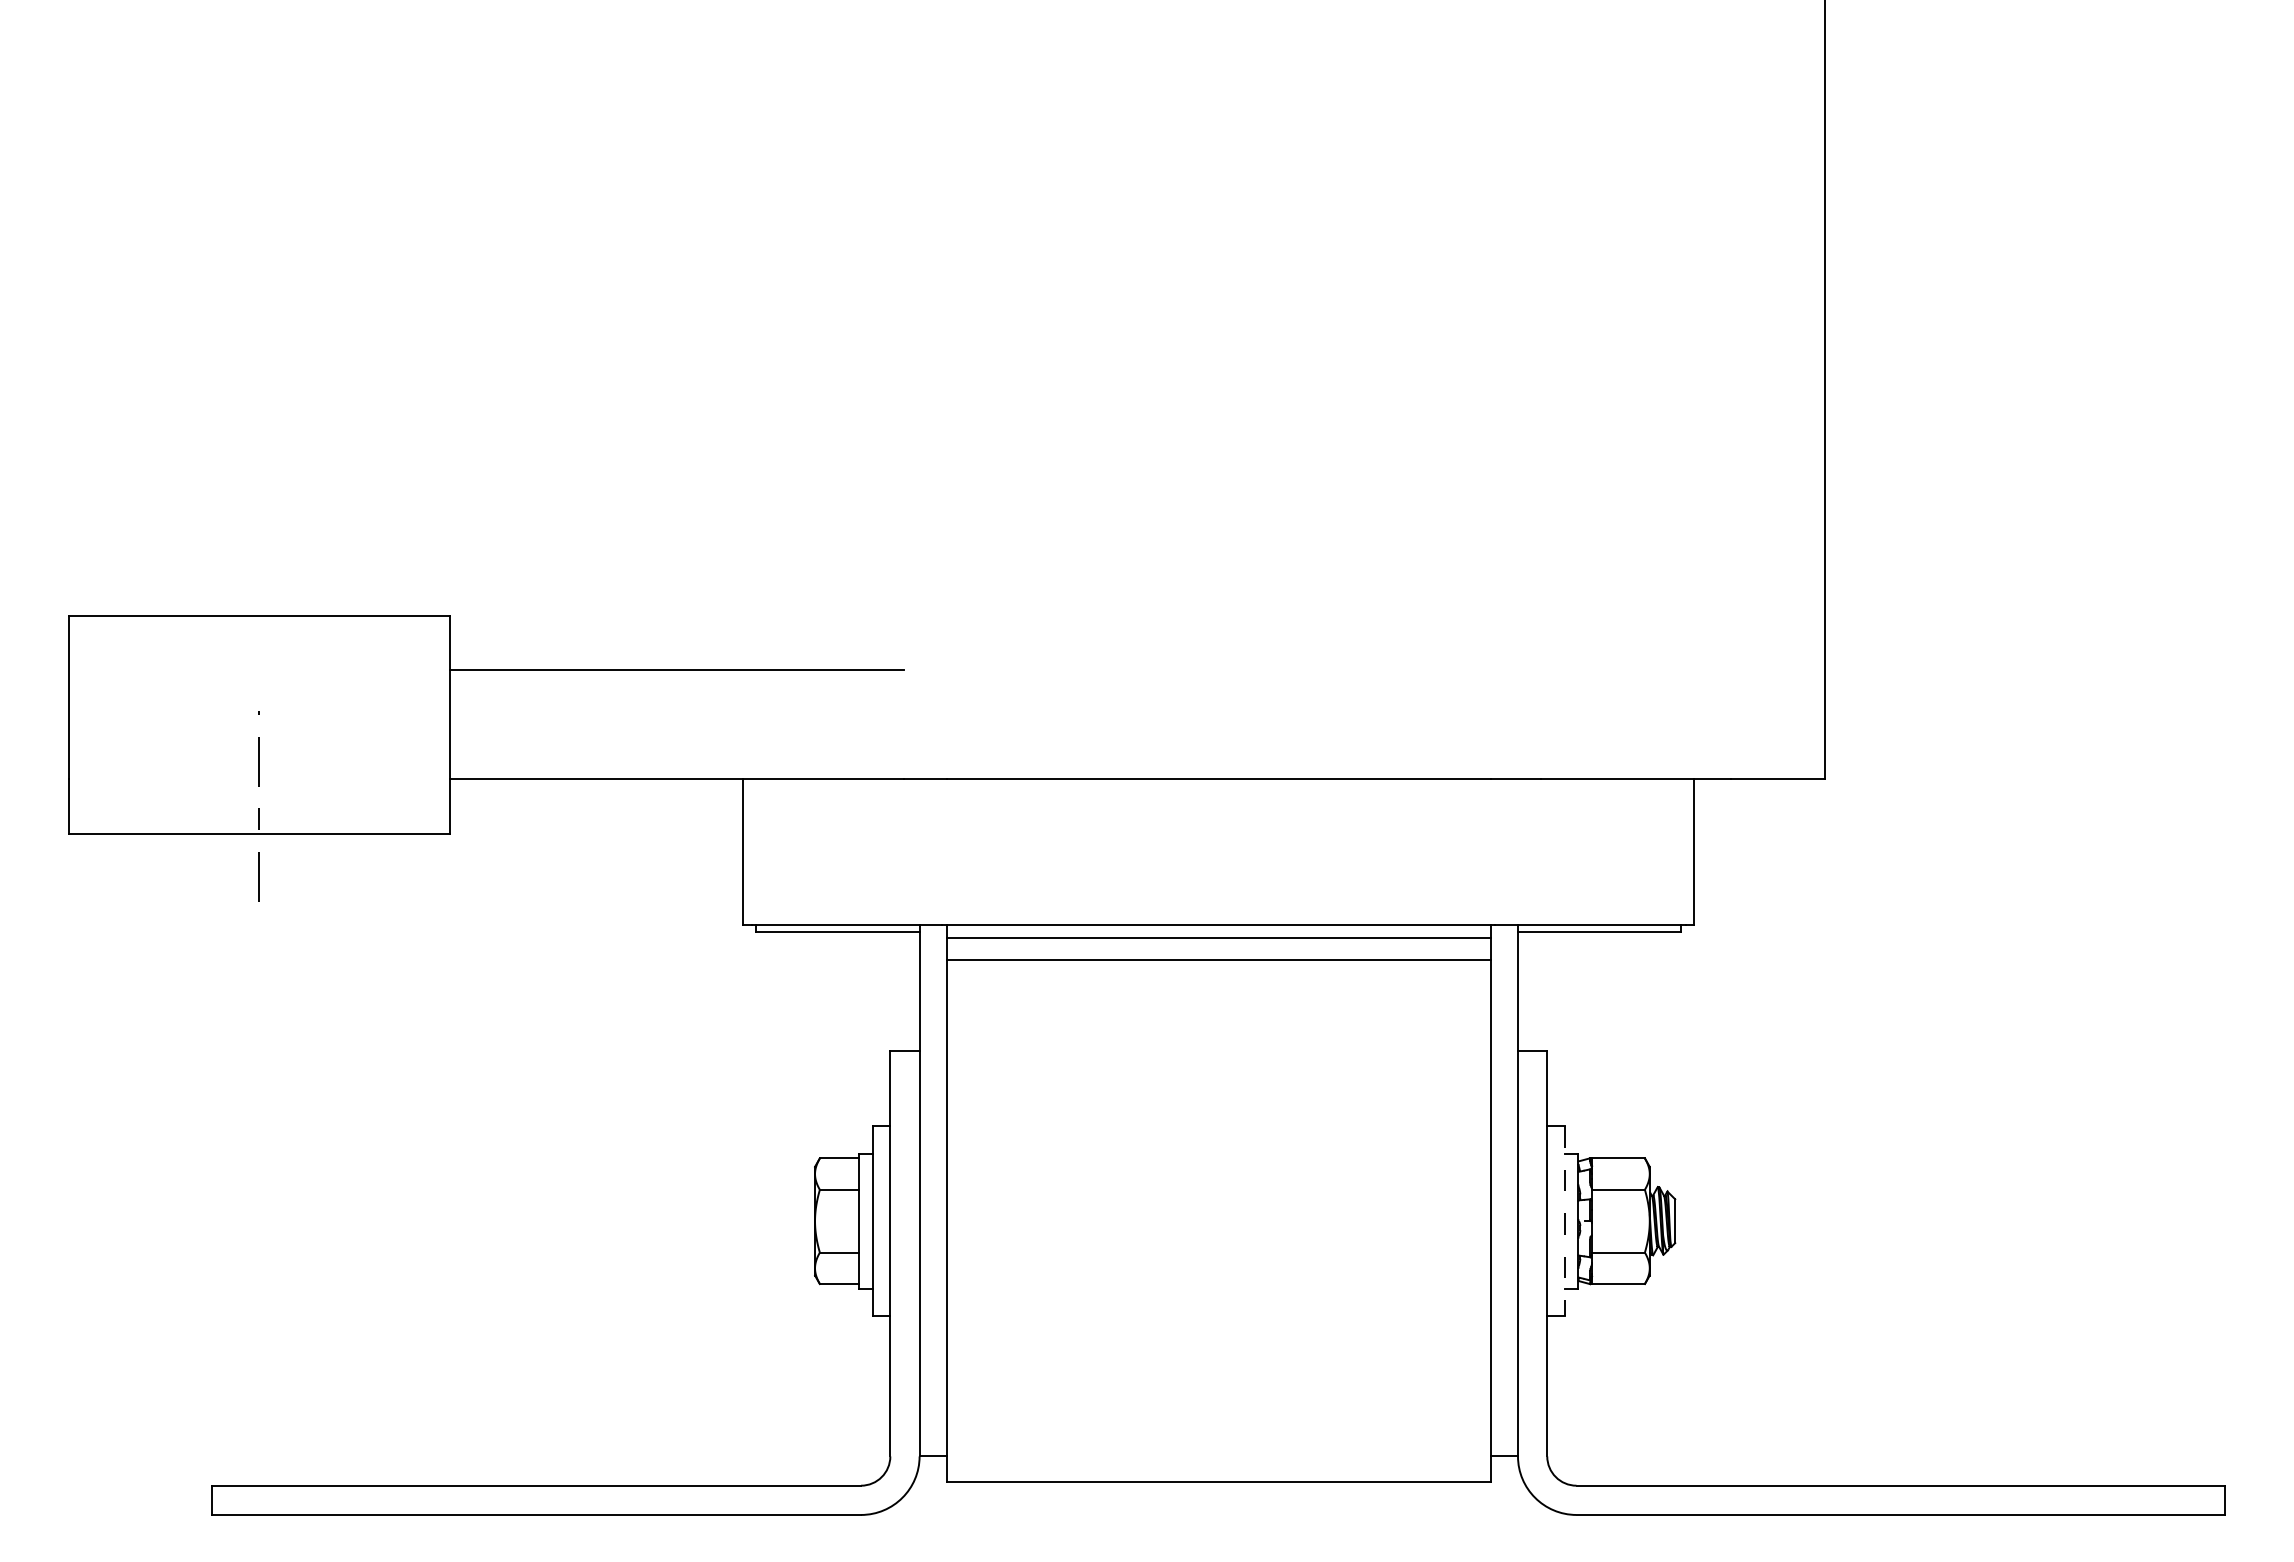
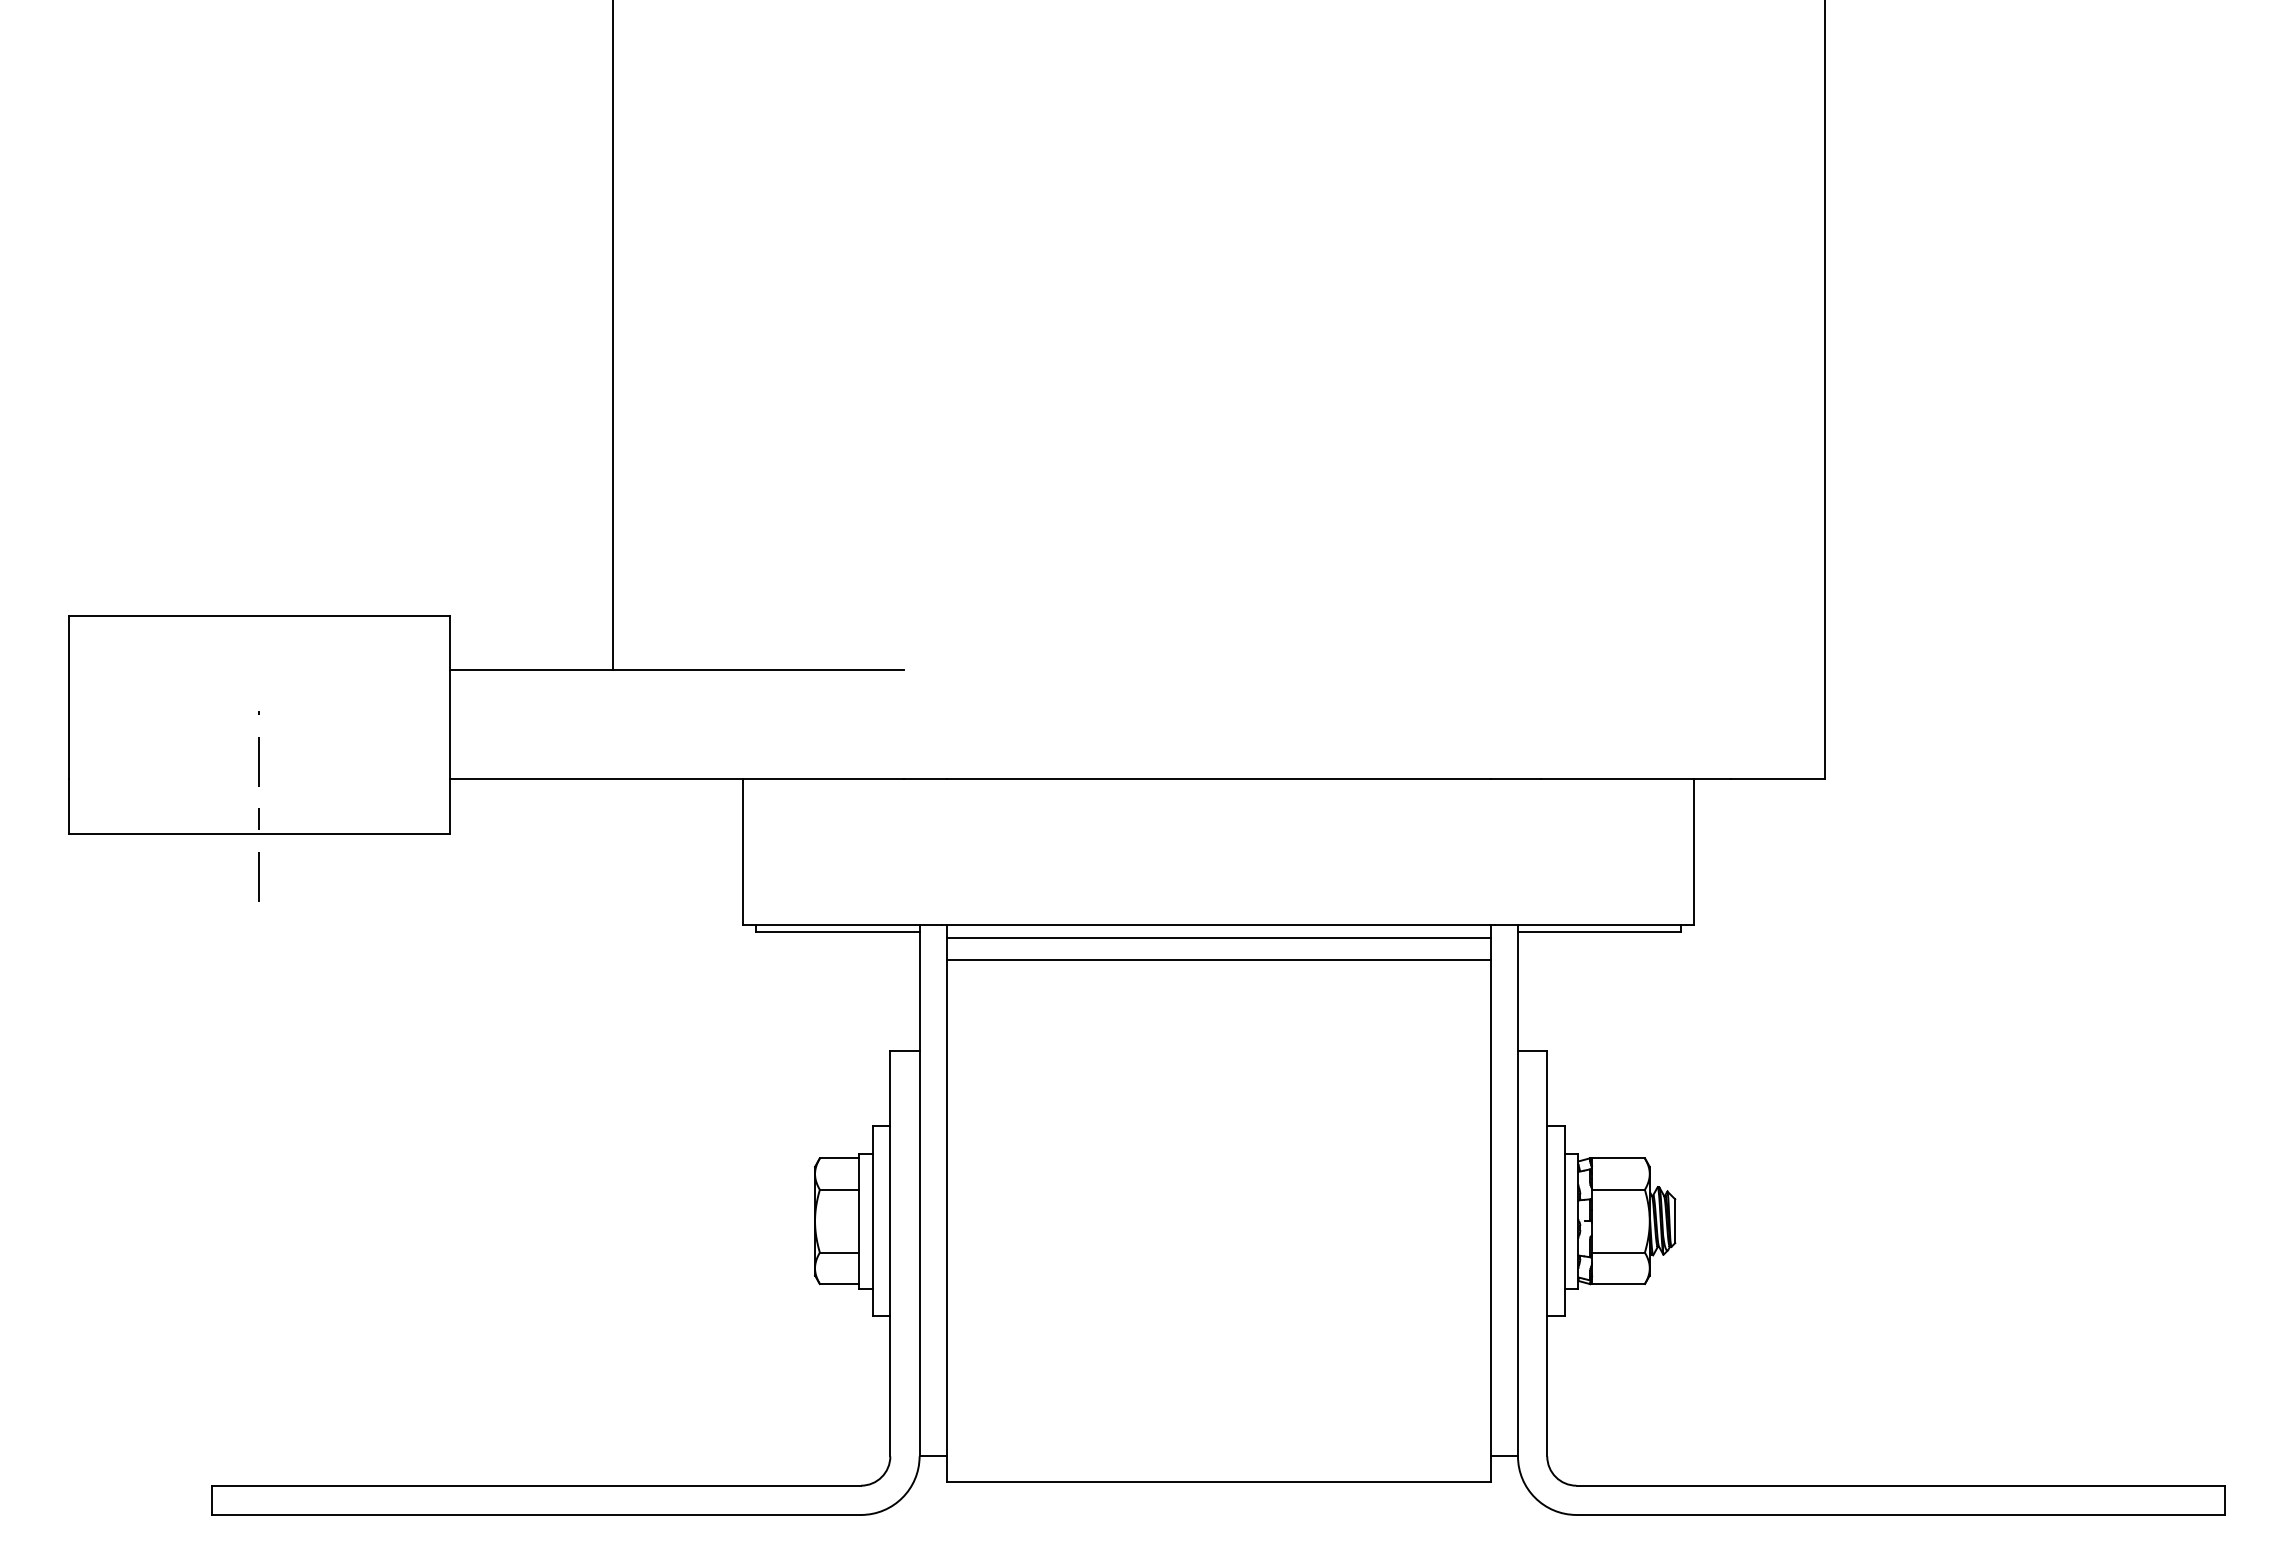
line at (612, 335): none -> present
line at (1564, 1221): dashed -> solid
